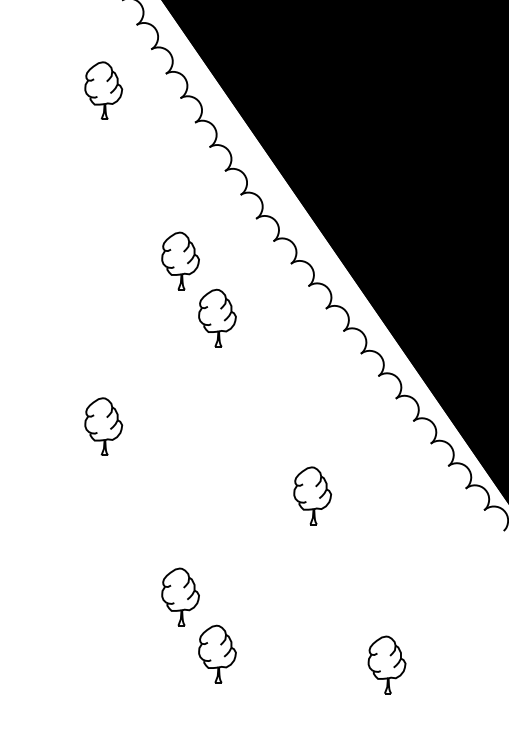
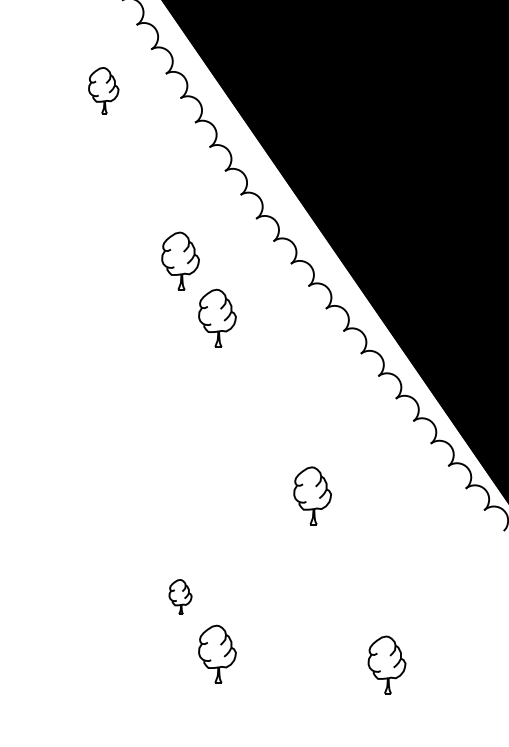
part at (103, 90) size: 40x59 px -> 32x48 px
part at (103, 426): present -> none
part at (180, 596) size: 39x60 px -> 25x36 px
